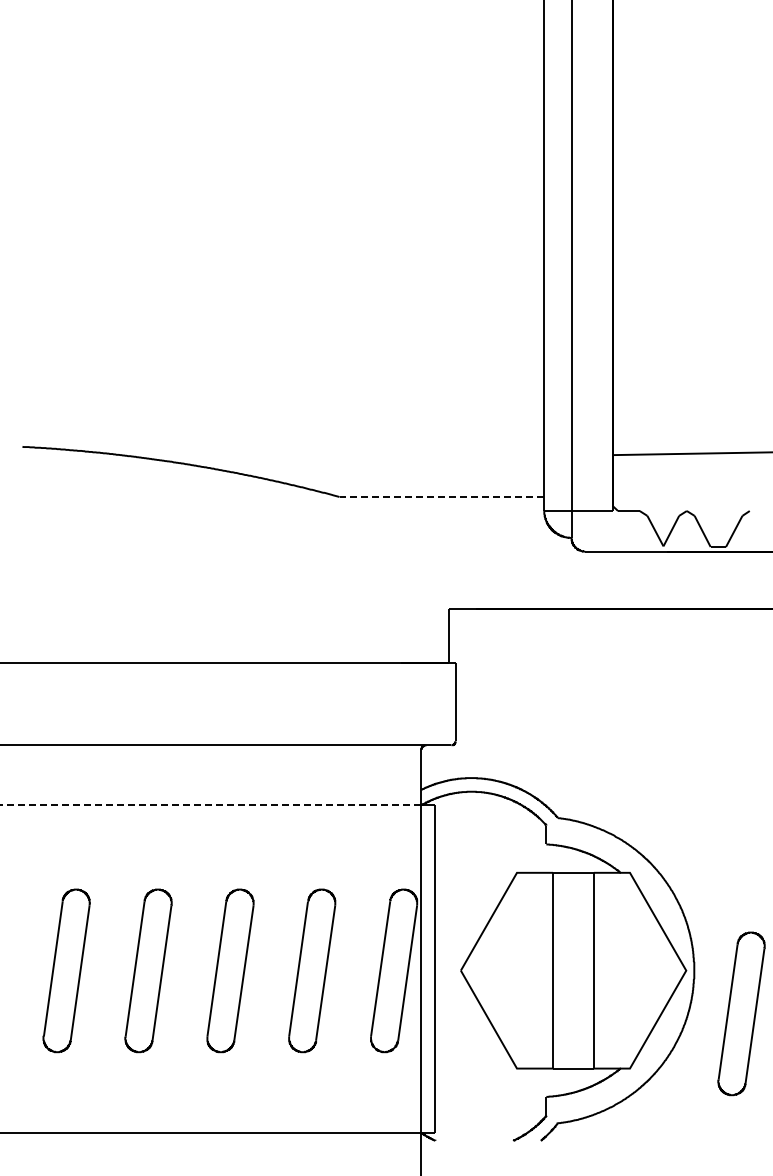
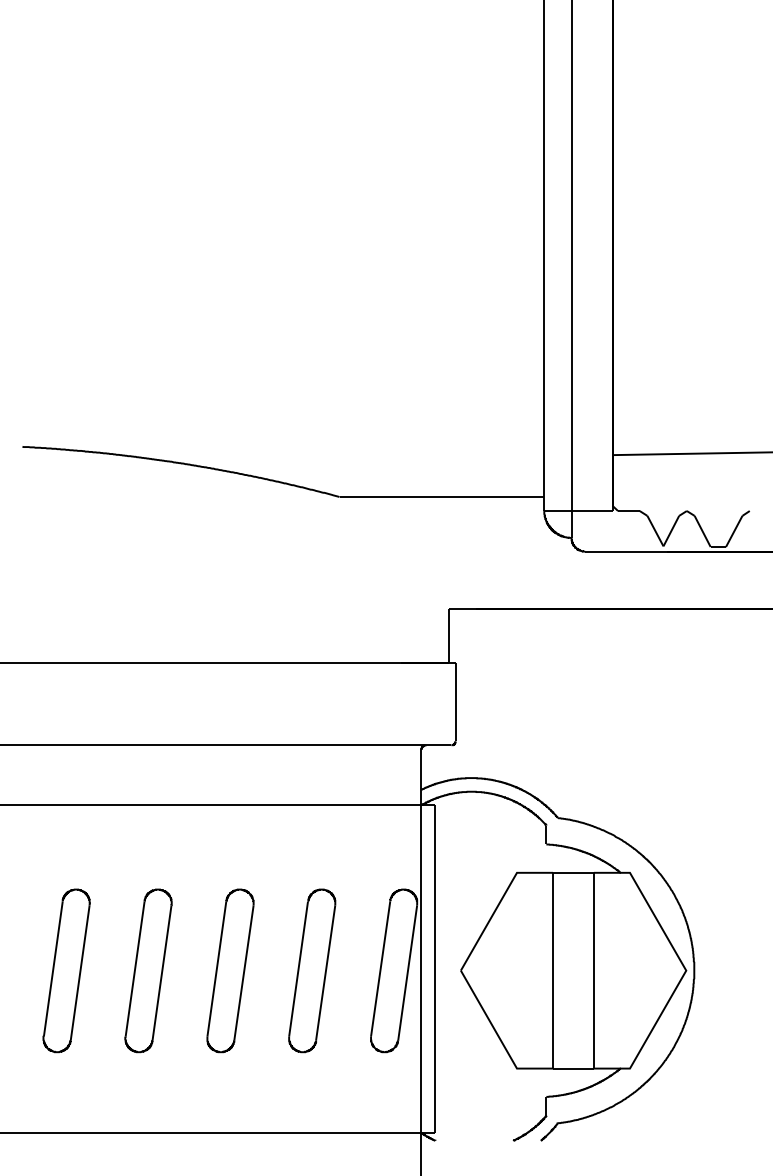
line at (441, 497): dashed -> solid
line at (210, 805): dashed -> solid
part at (741, 1013): present -> none
